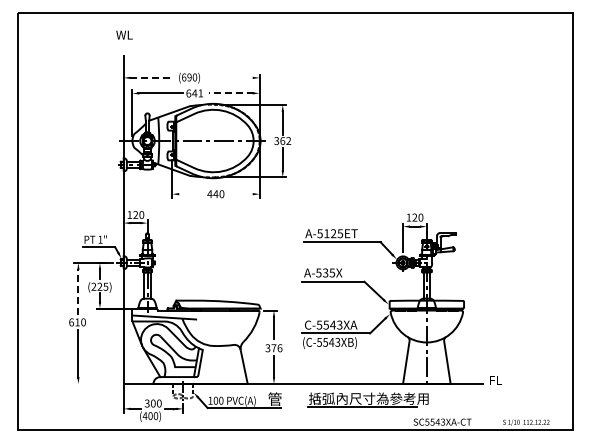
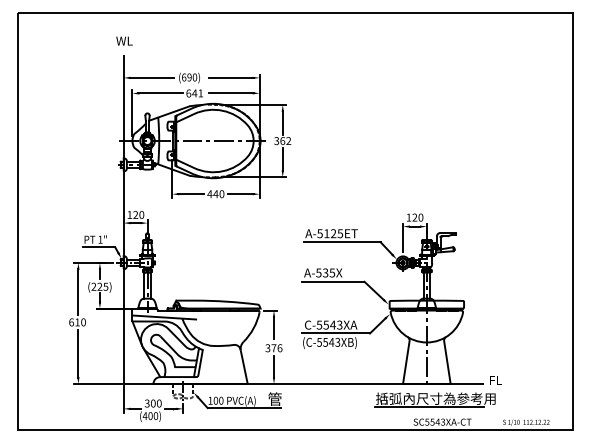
text at (124, 34) position: (124, 34) -> (124, 40)
line at (152, 77): dashed -> solid
line at (231, 77): none -> present
line at (230, 93): dashed -> solid
line at (191, 194): none -> present
line at (240, 194): none -> present
line at (78, 291): dashed -> solid
line at (97, 383): none -> present
part at (367, 399) position: (367, 399) -> (434, 399)
